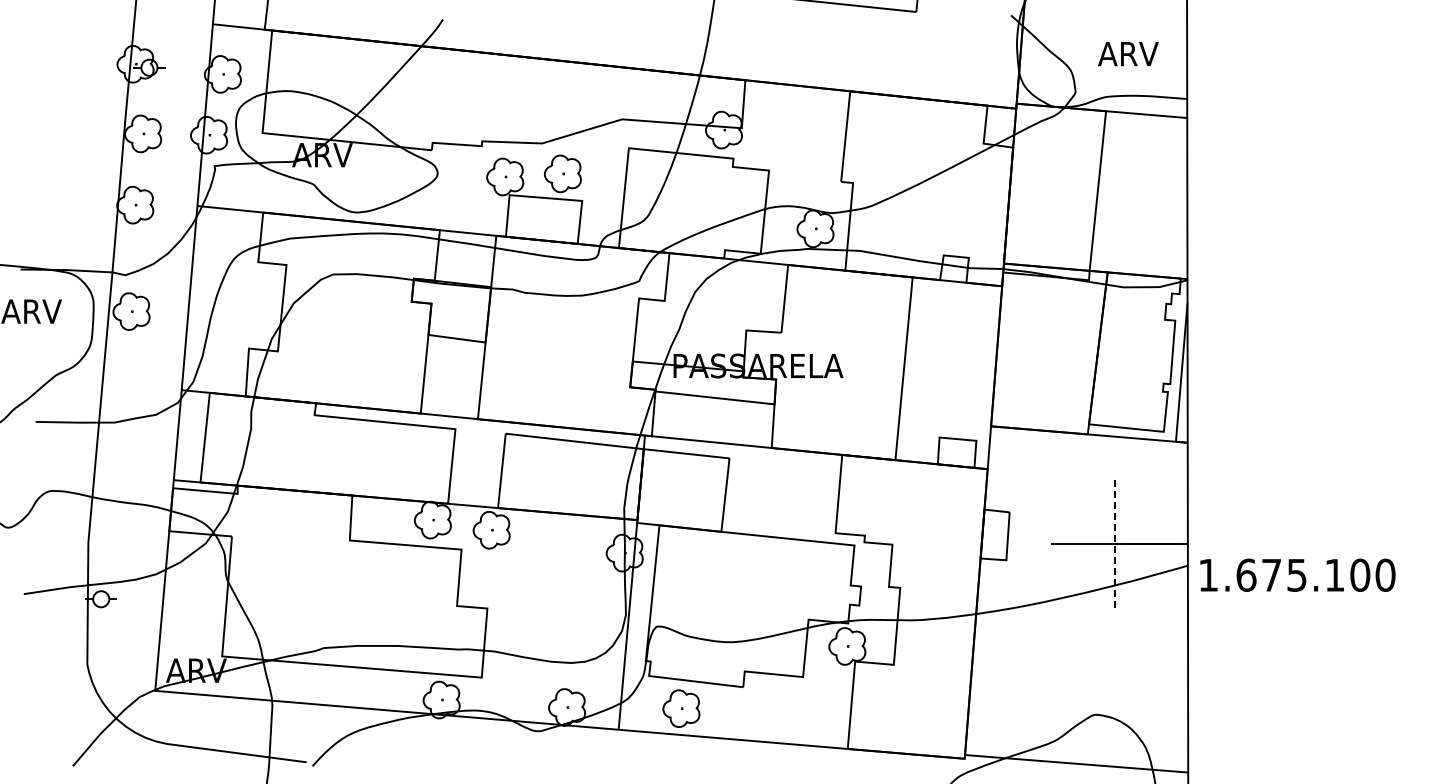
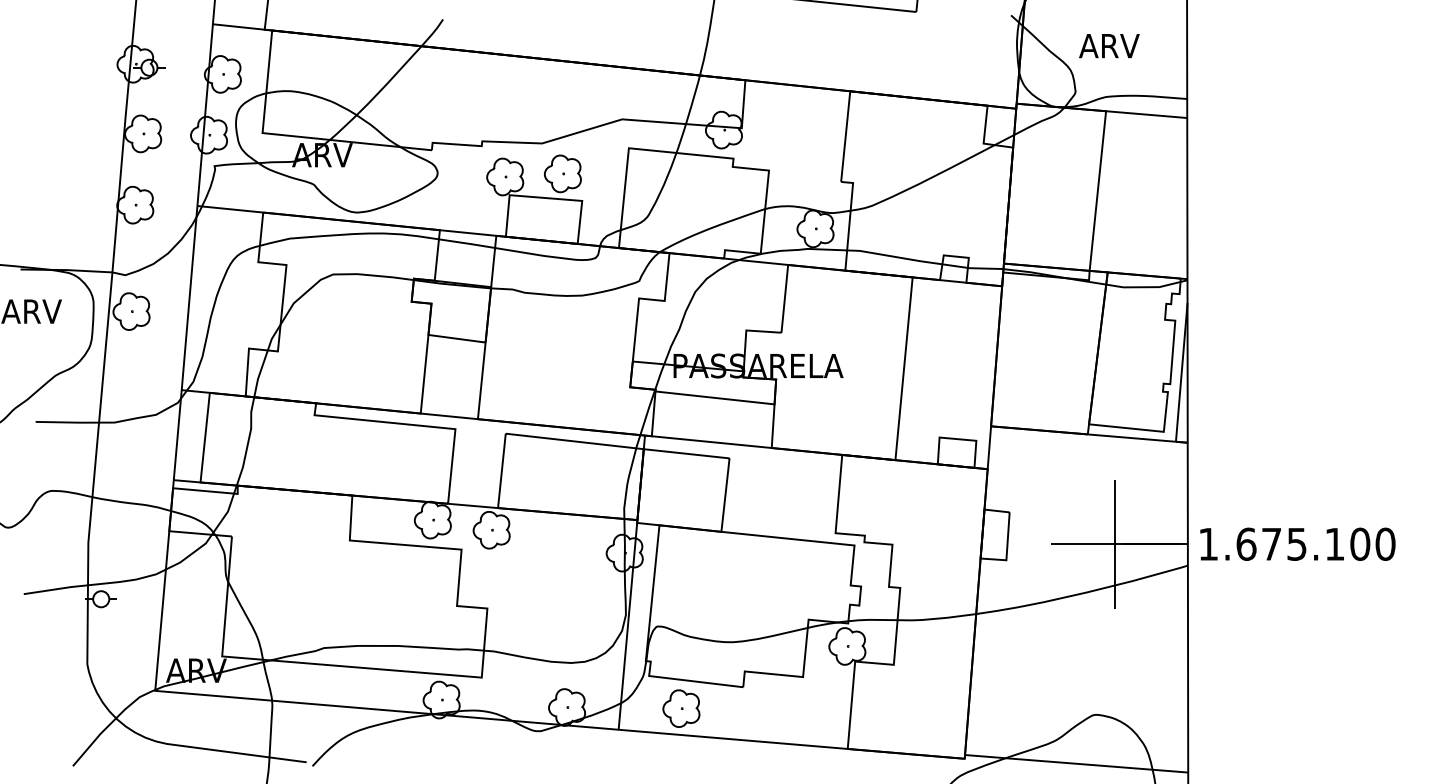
text at (1128, 54) position: (1128, 54) -> (1109, 46)
line at (1115, 544): dashed -> solid
text at (1297, 574) position: (1297, 574) -> (1297, 543)
